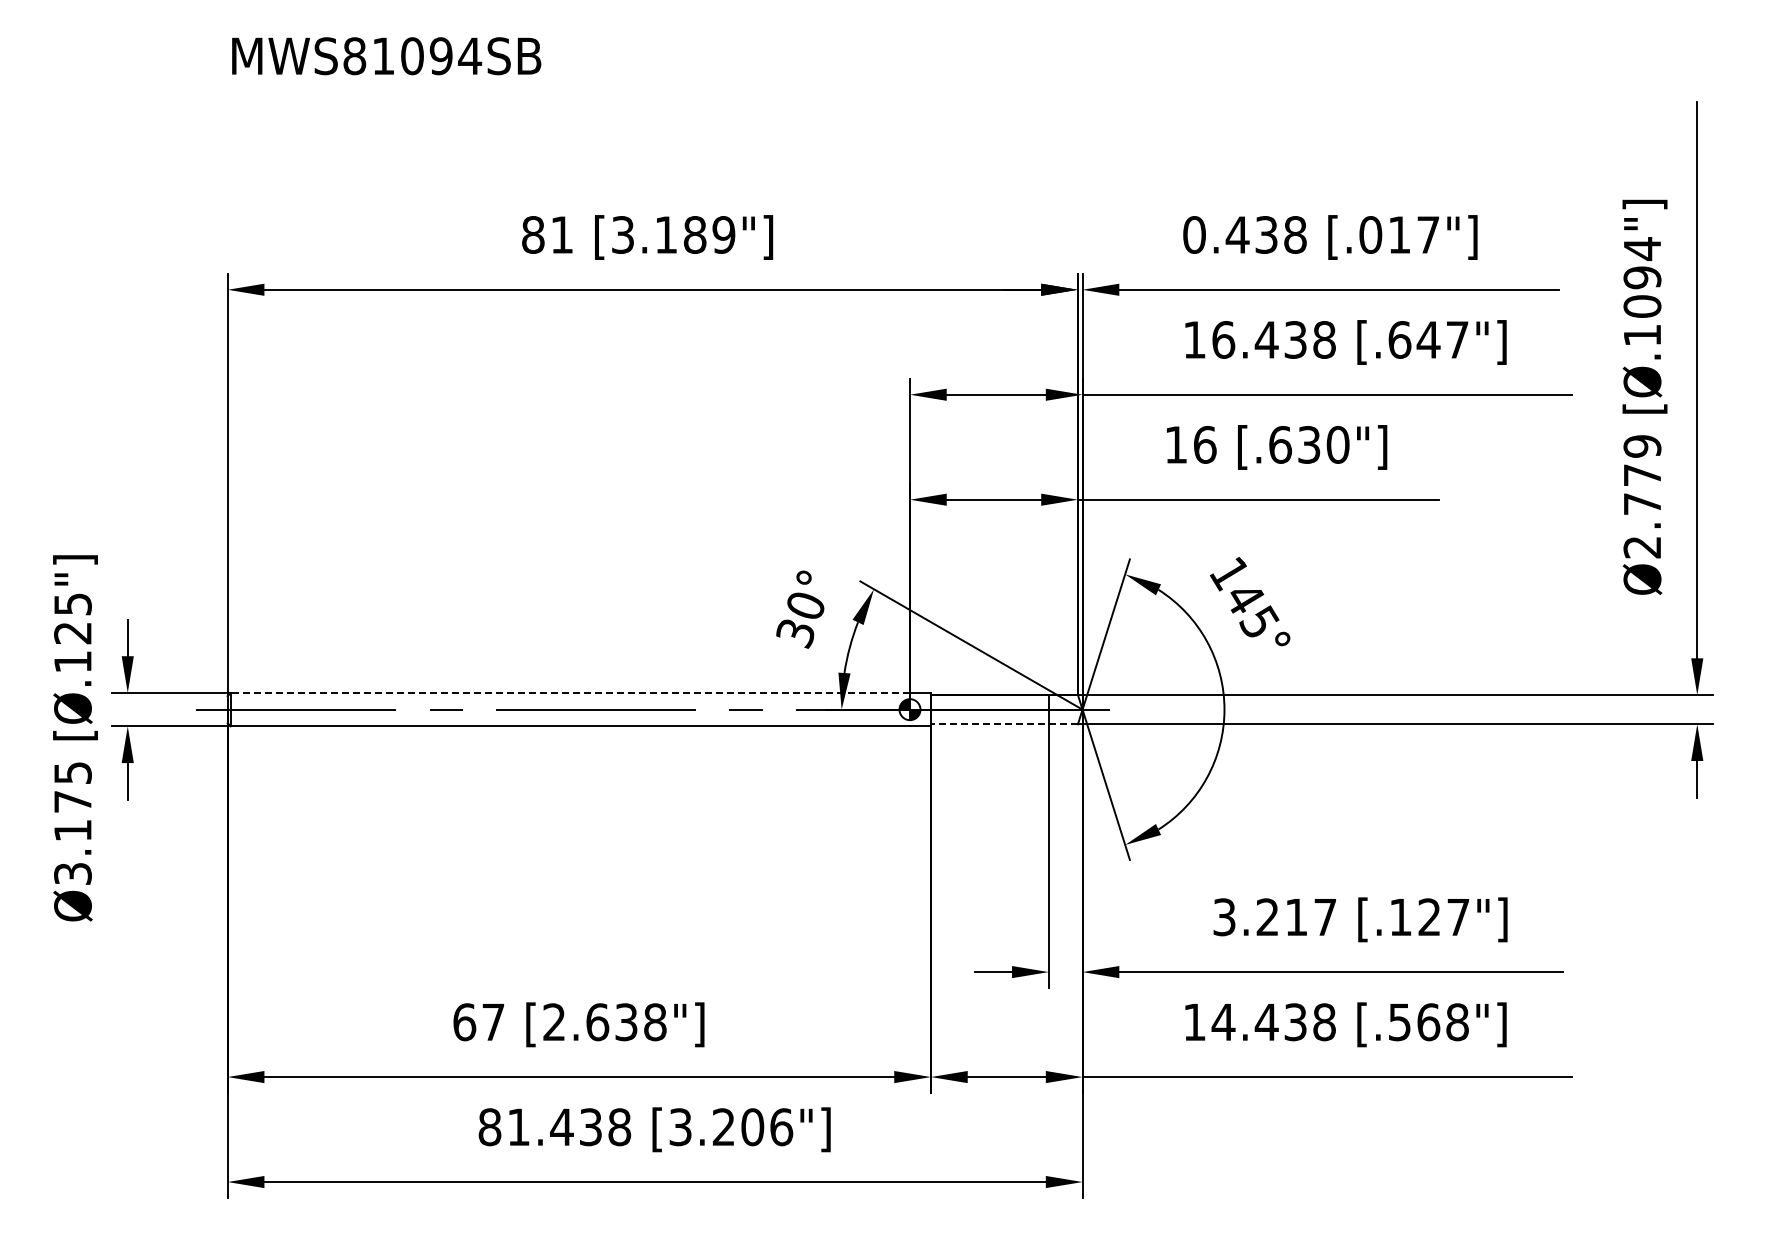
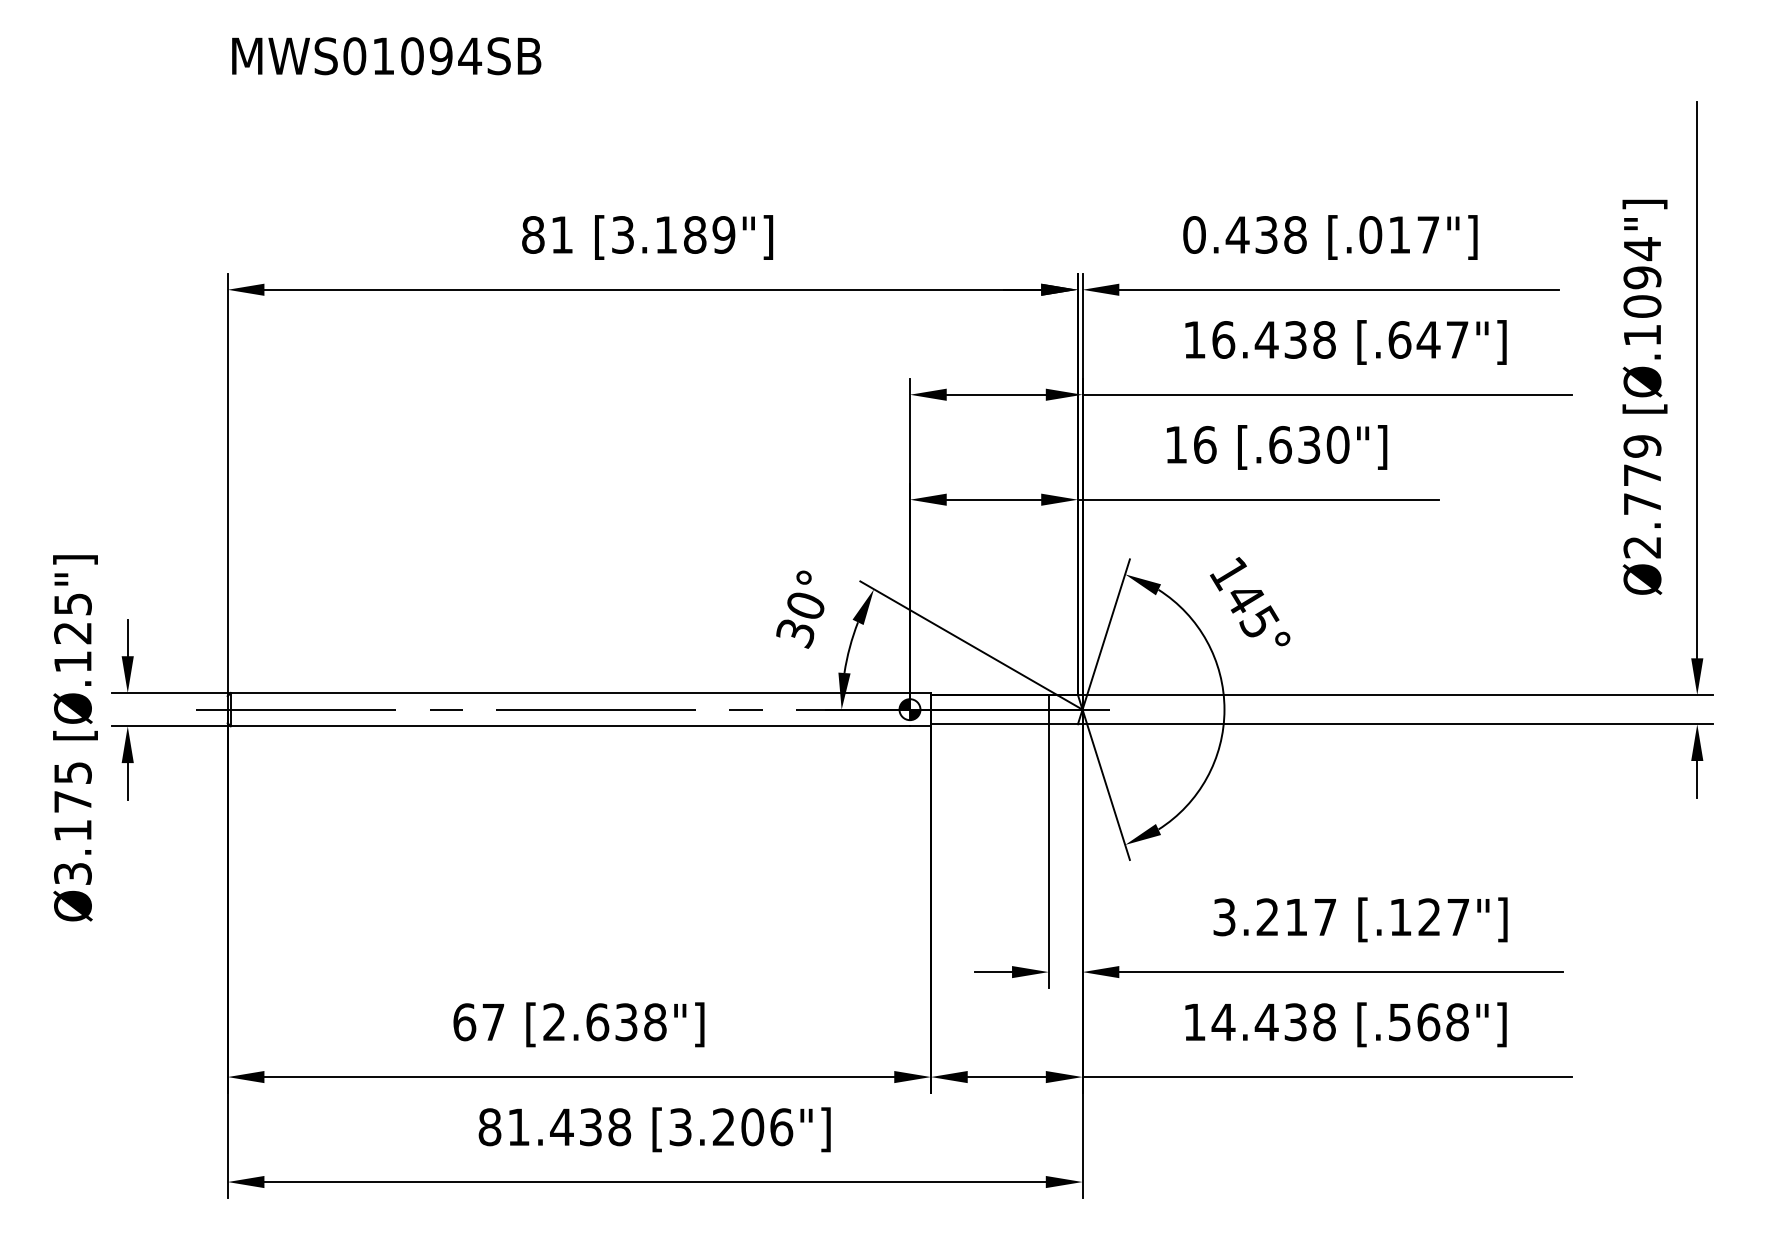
text at (354, 56): MWS81094SB -> MWS01094SB
line at (570, 693): dashed -> solid
line at (1003, 724): dashed -> solid
